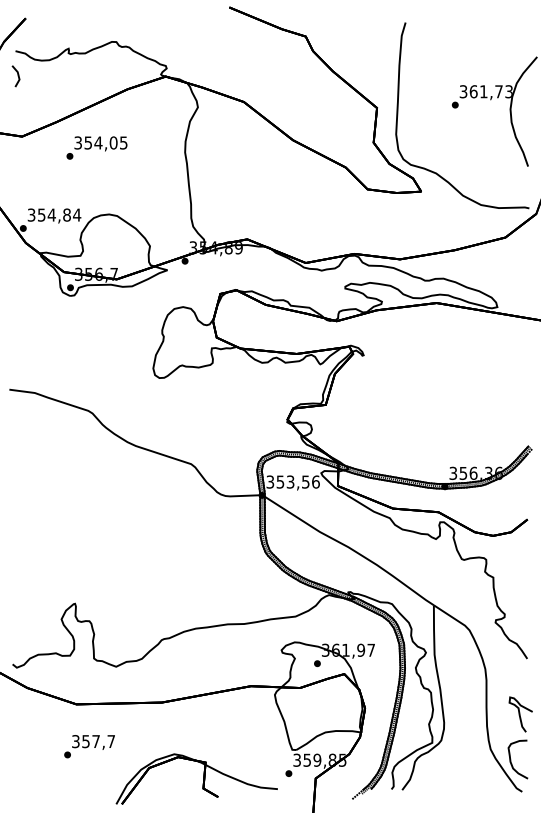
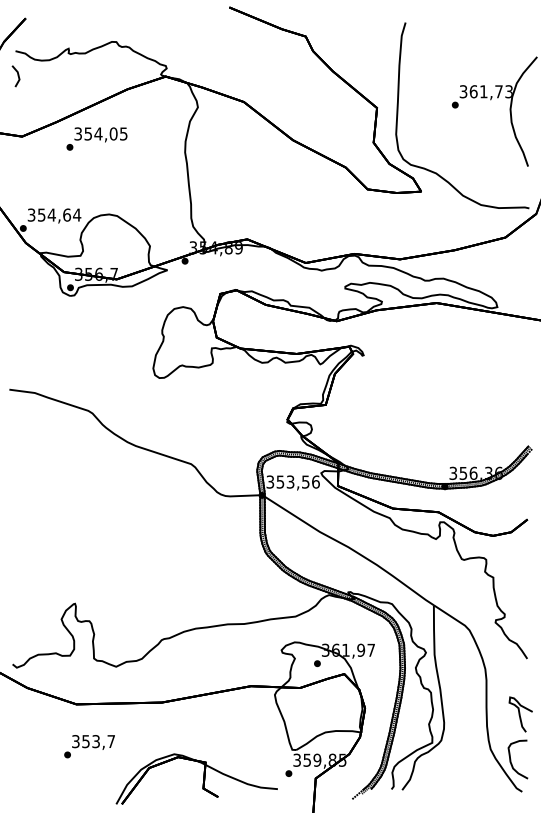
text at (96, 147) position: (96, 147) -> (96, 138)
text at (67, 214): 354,84 -> 354,64
text at (95, 741): 357,7 -> 353,7
